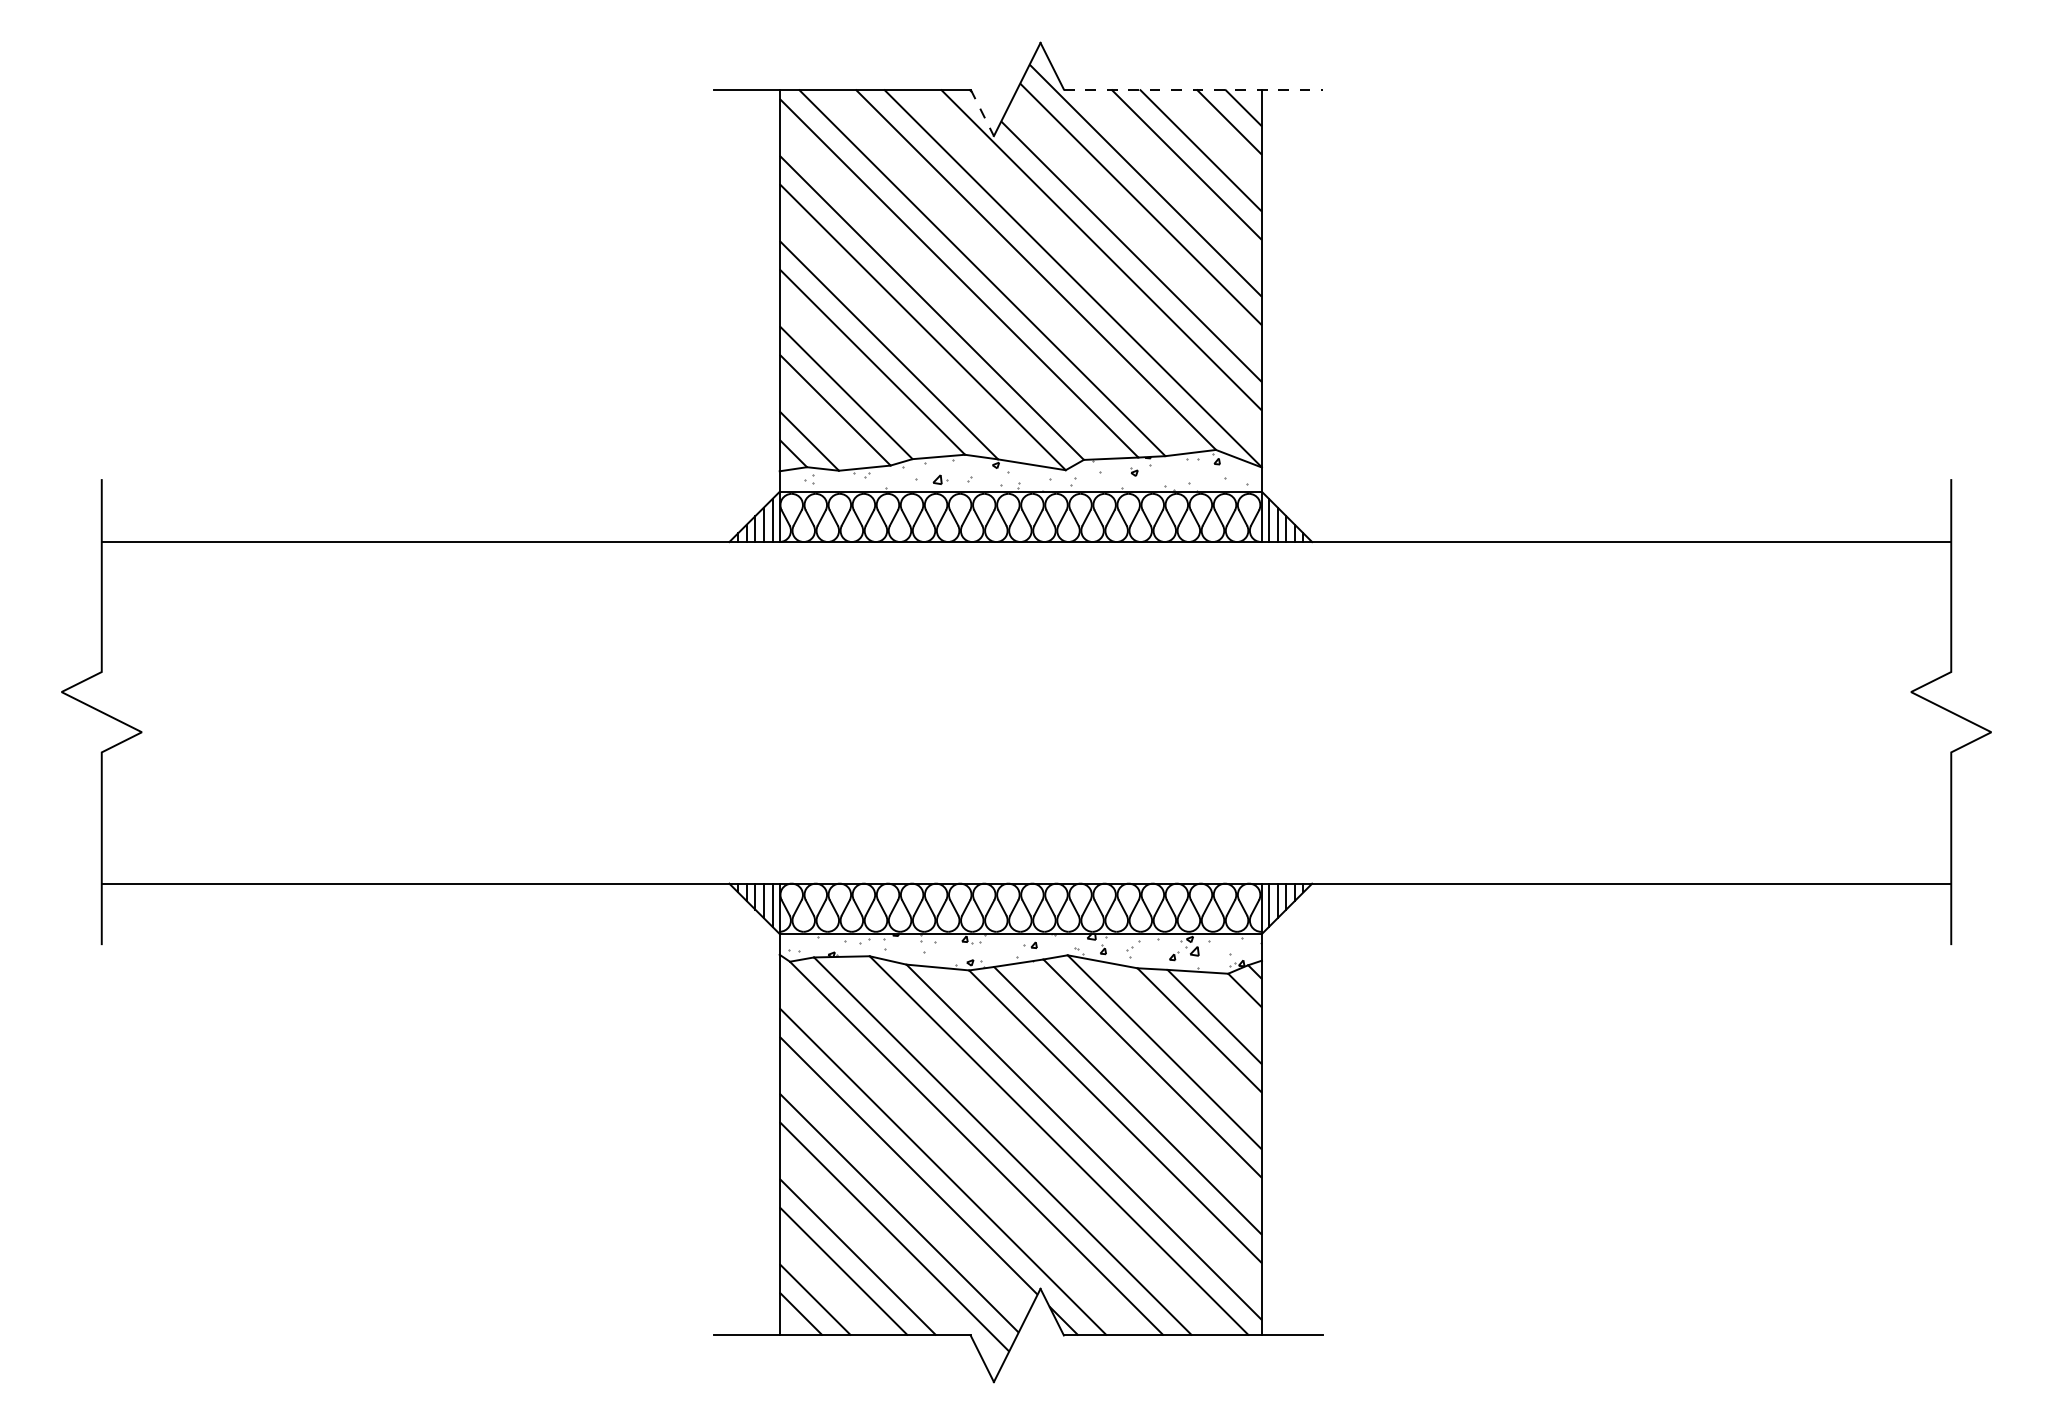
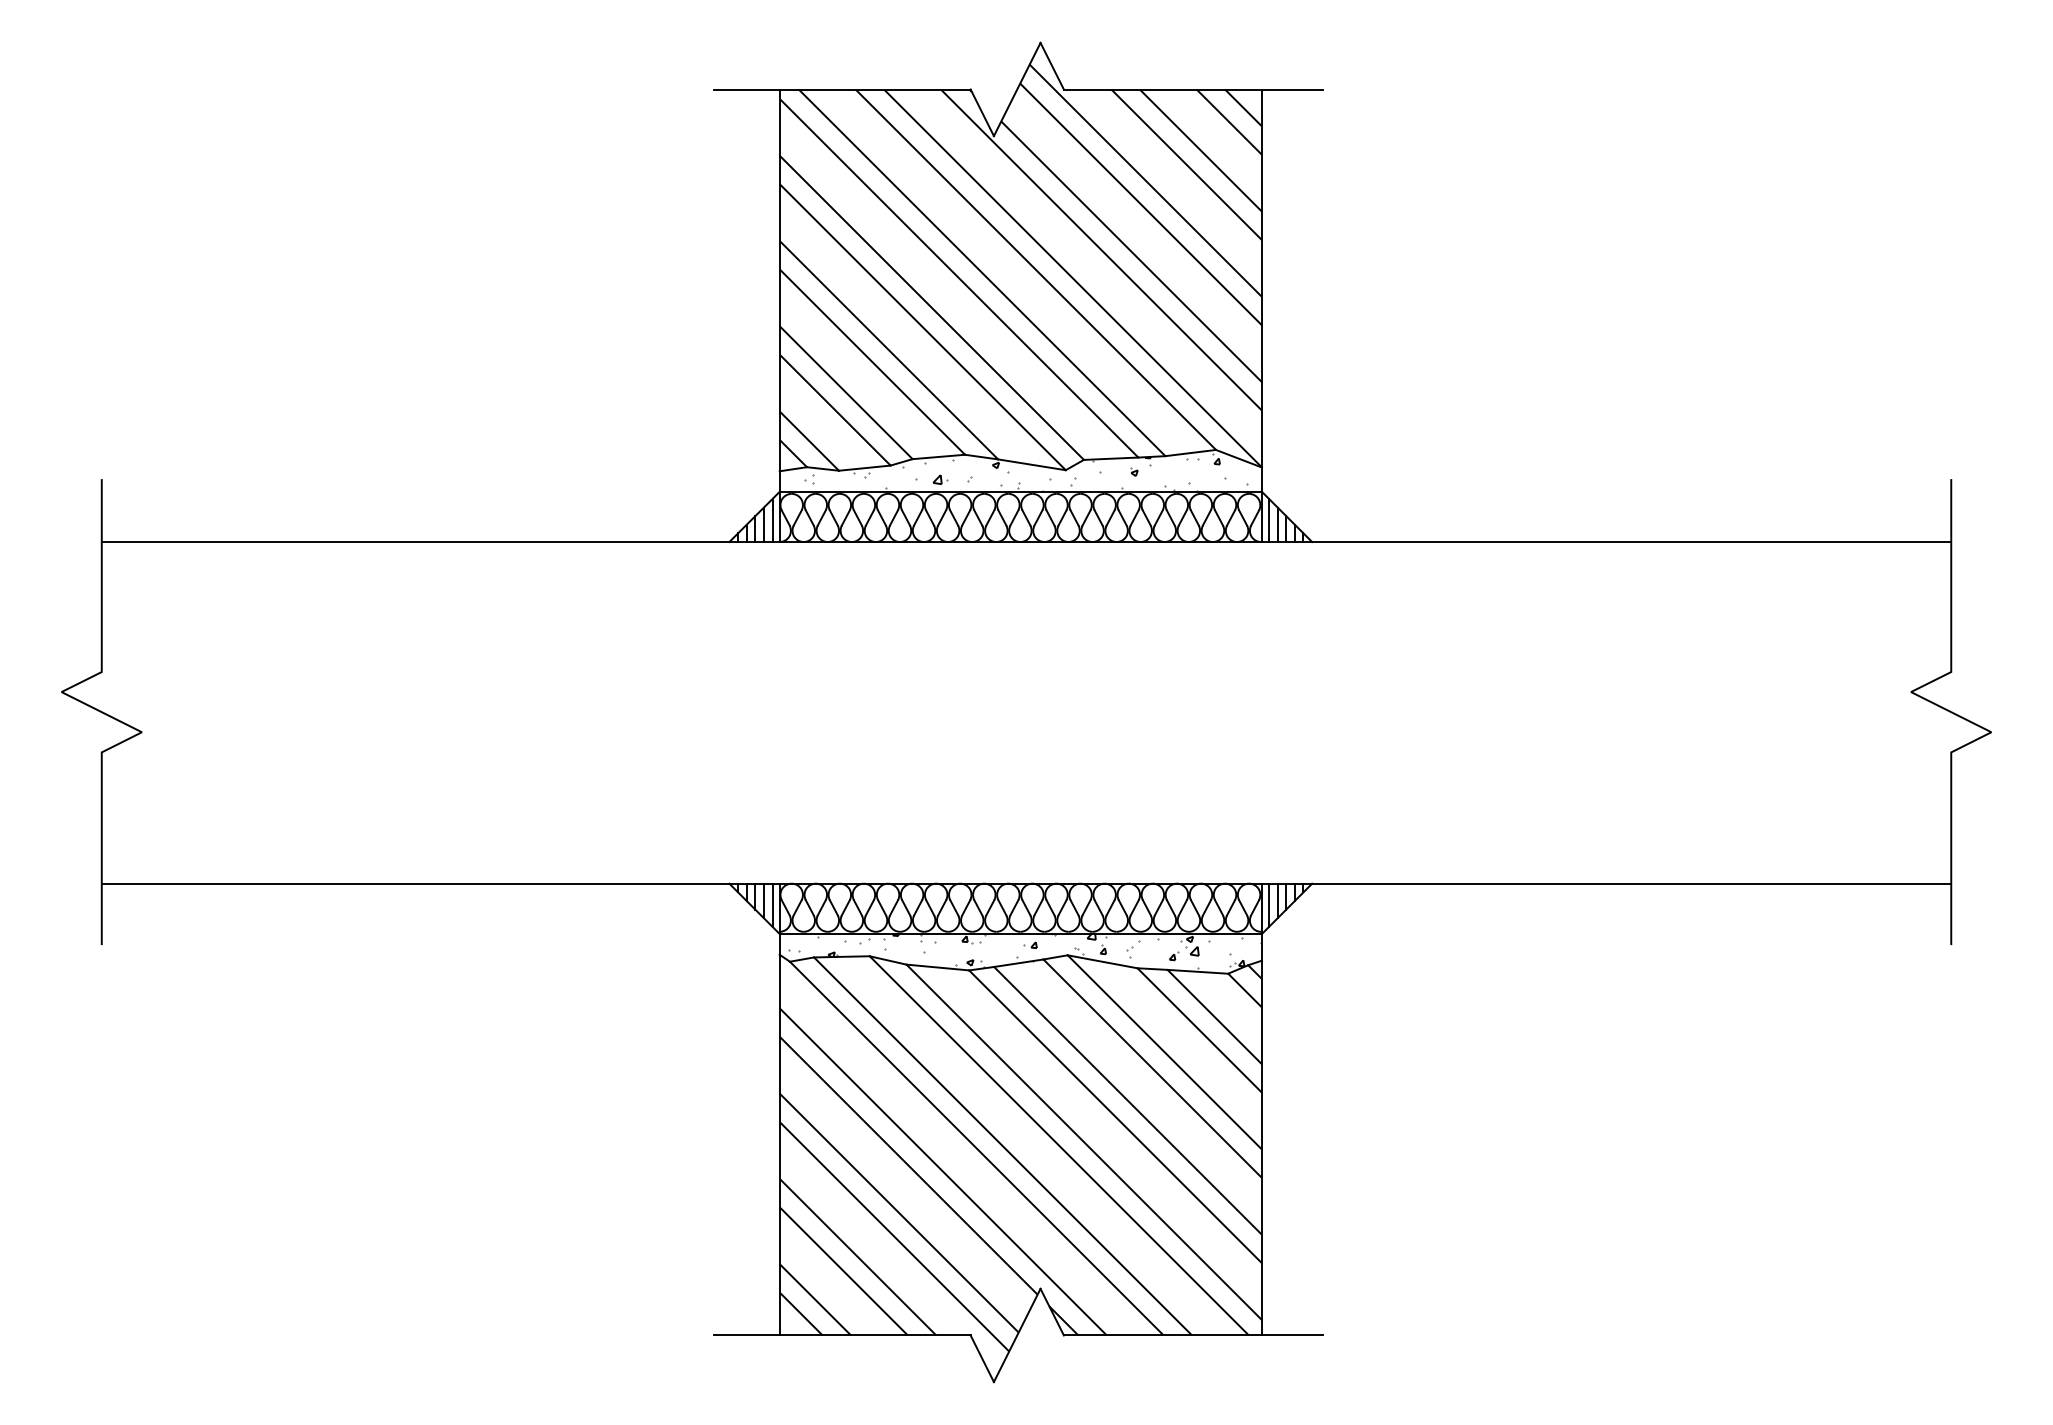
line at (1193, 89): dashed -> solid
line at (982, 113): dashed -> solid
